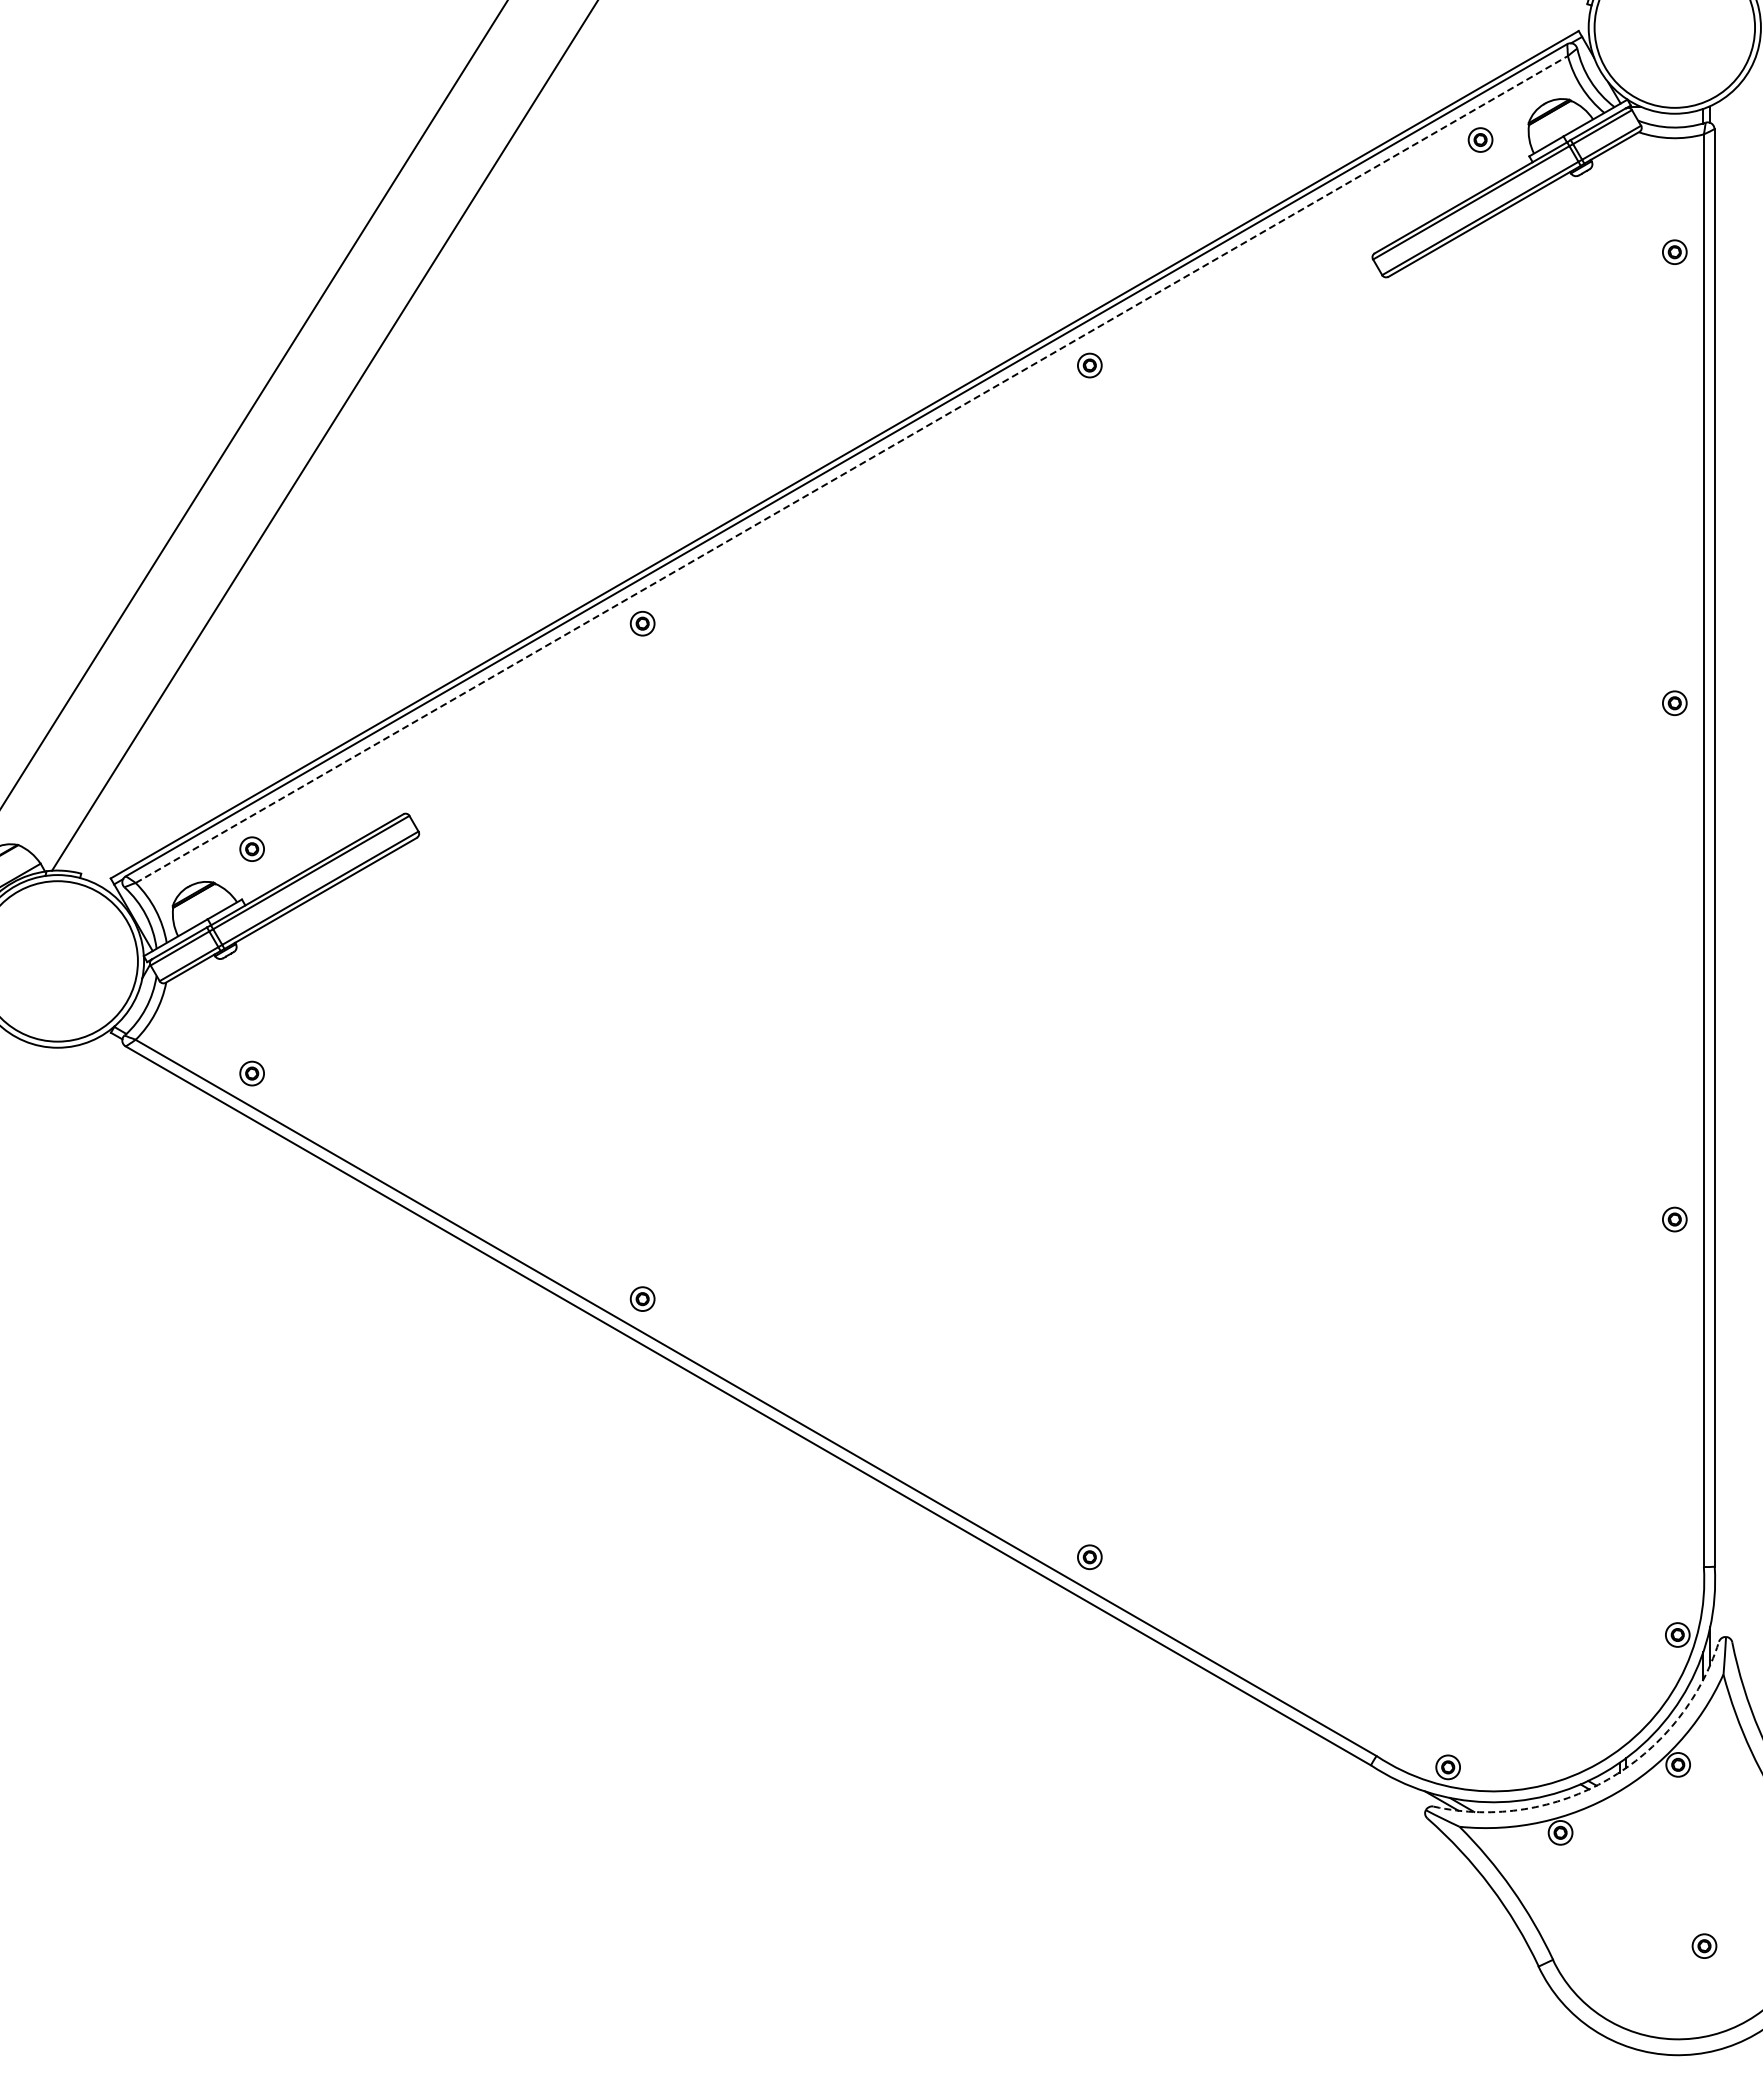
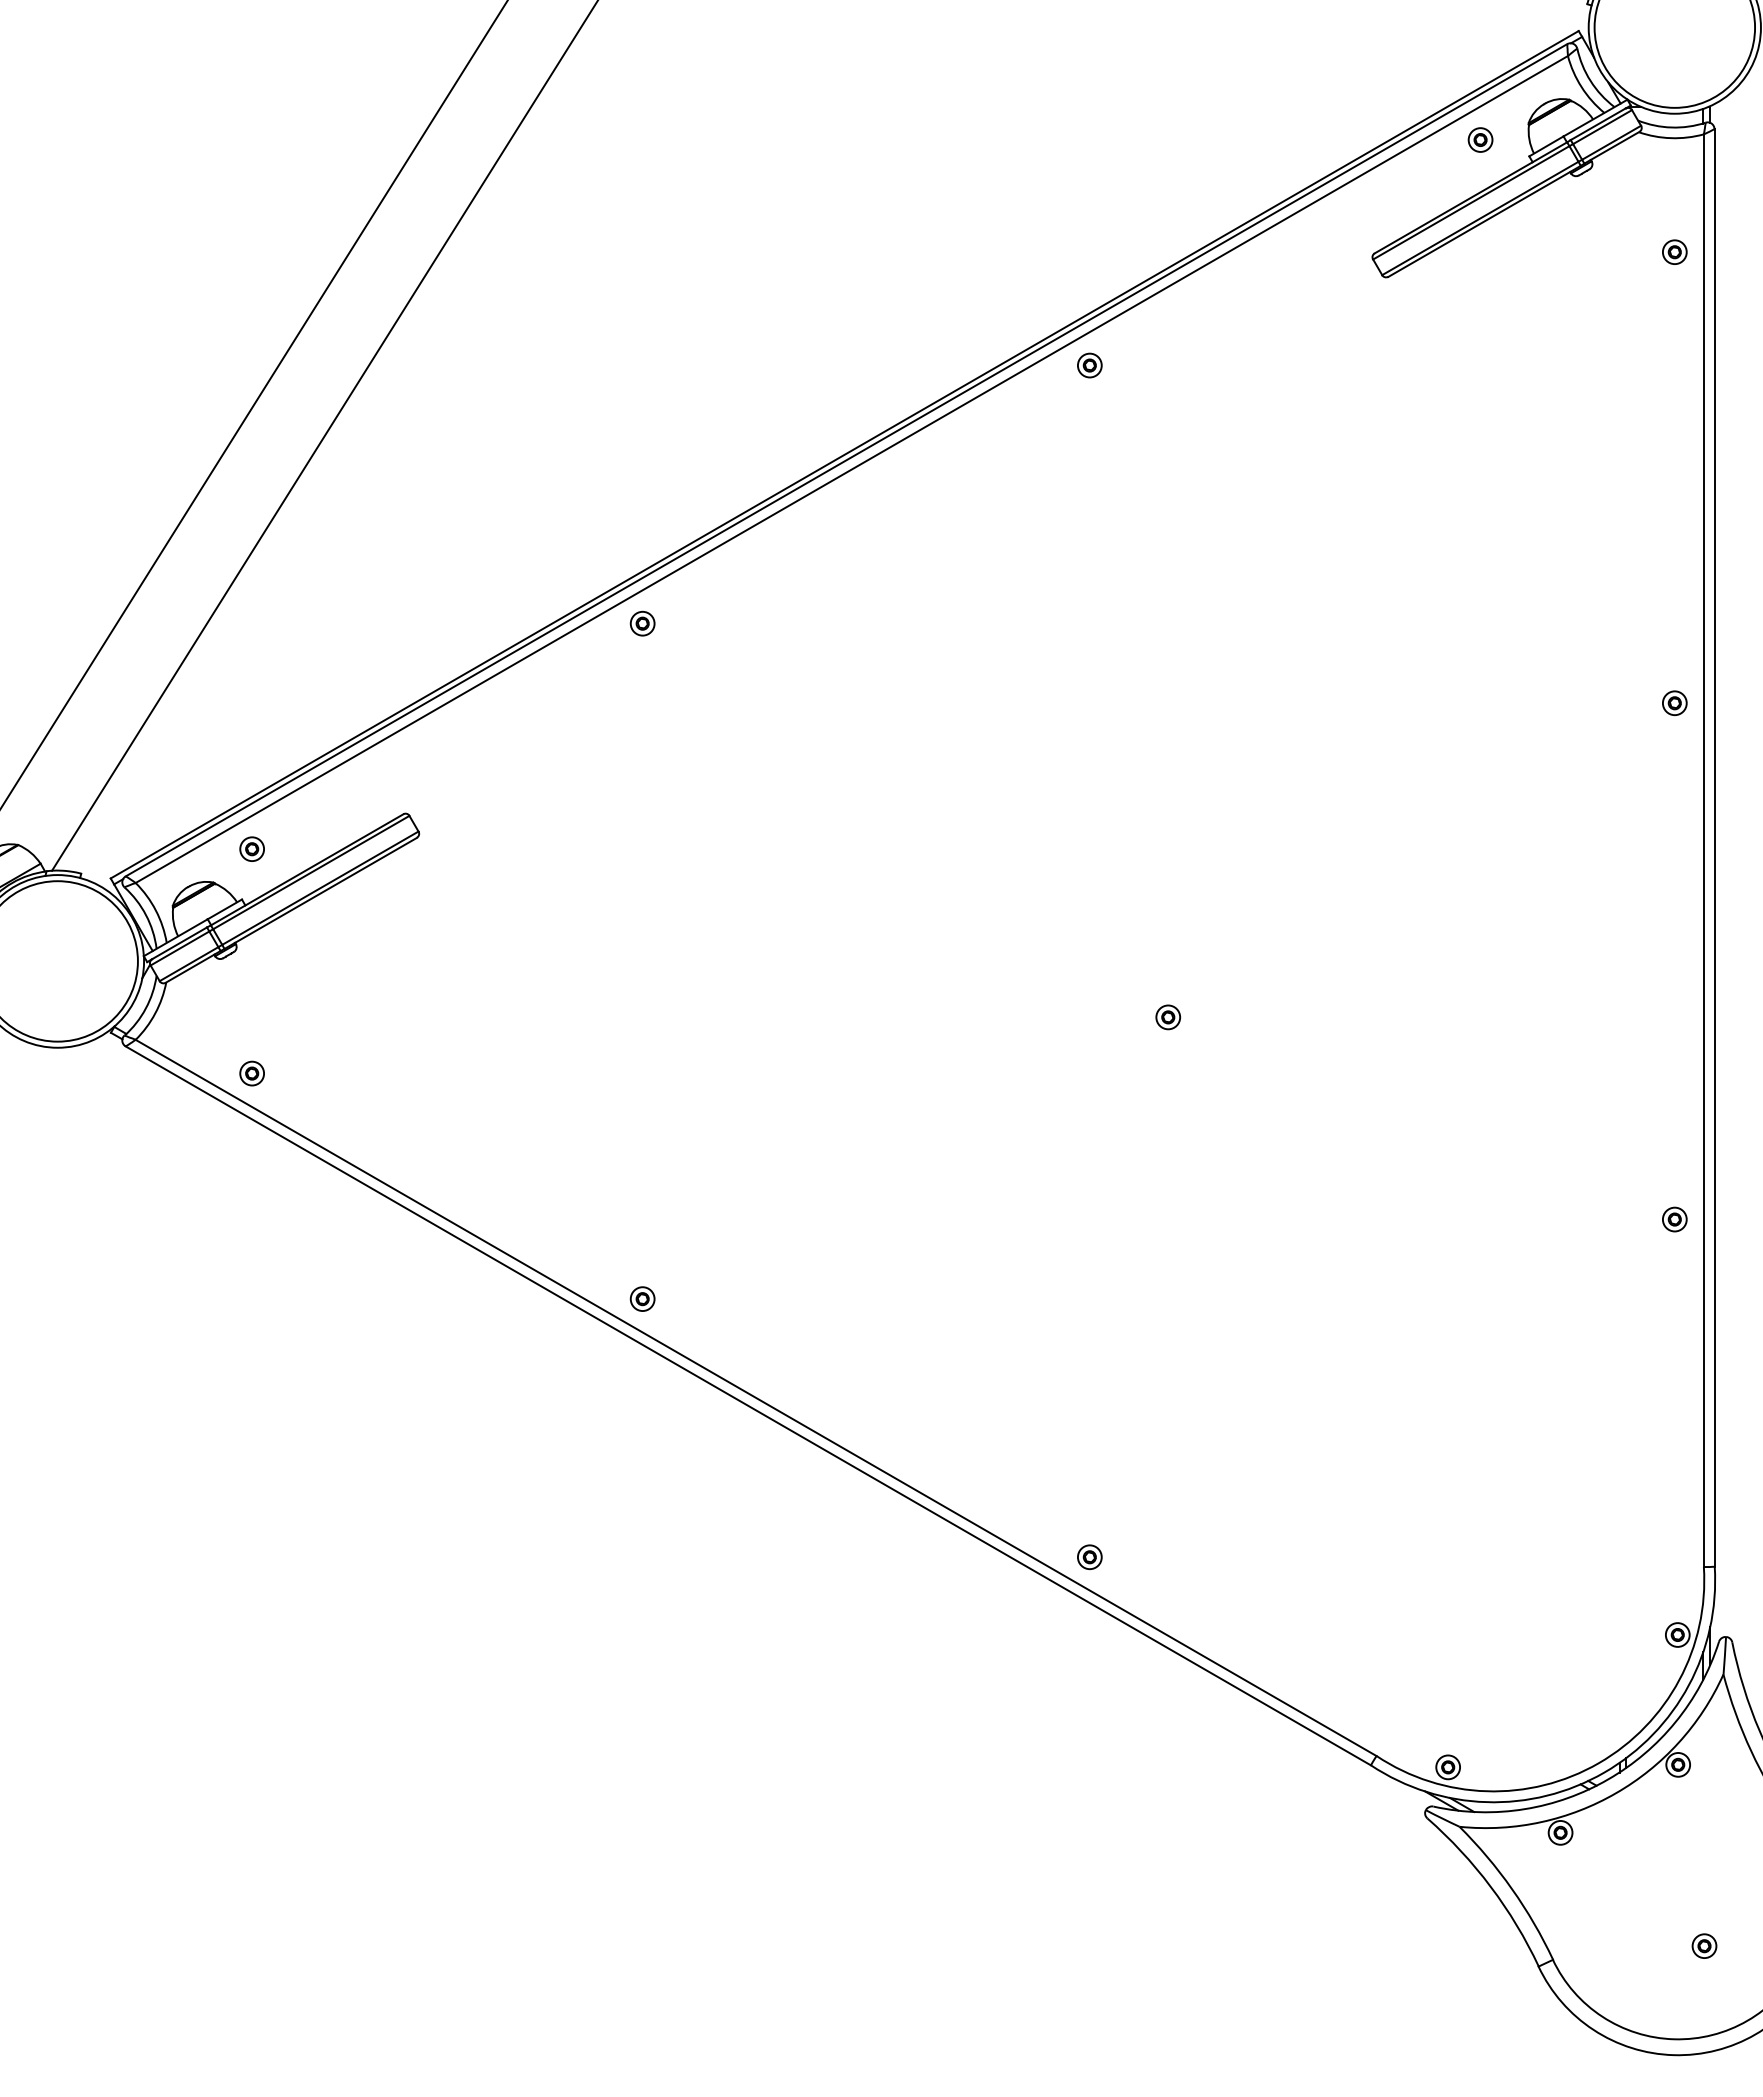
line at (852, 469): dashed -> solid
part at (1168, 1017): none -> present
arc at (1608, 1779): dashed -> solid
